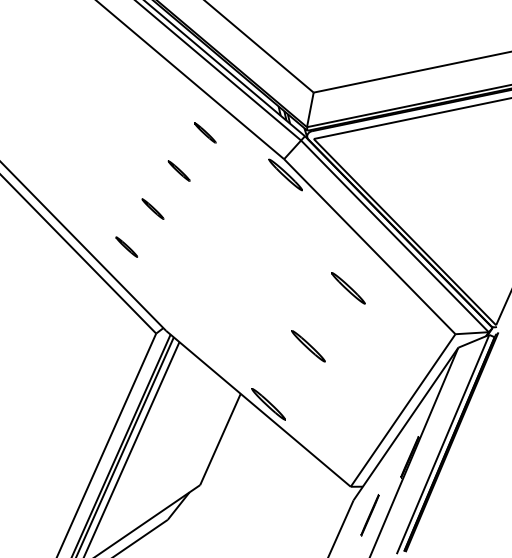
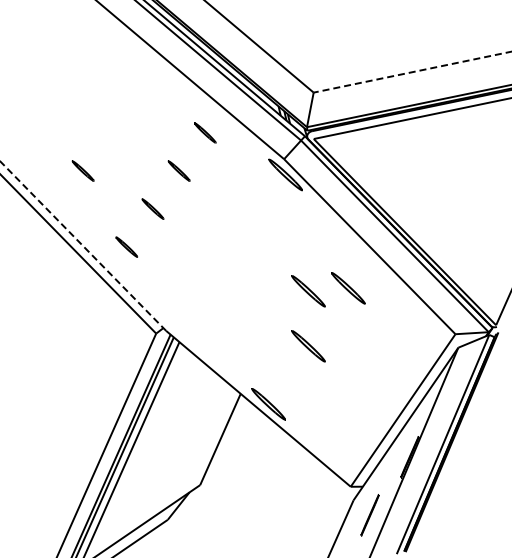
line at (412, 72): solid -> dashed
part at (82, 170): none -> present
line at (83, 245): solid -> dashed
part at (308, 291): none -> present
